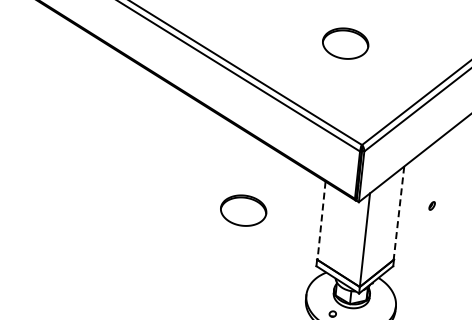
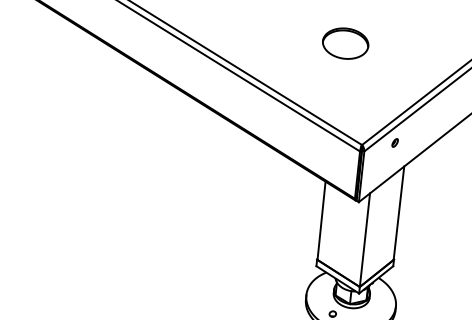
part at (431, 205) position: (431, 205) -> (394, 142)
part at (243, 210): present -> none
line at (398, 213): dashed -> solid
line at (321, 221): dashed -> solid
